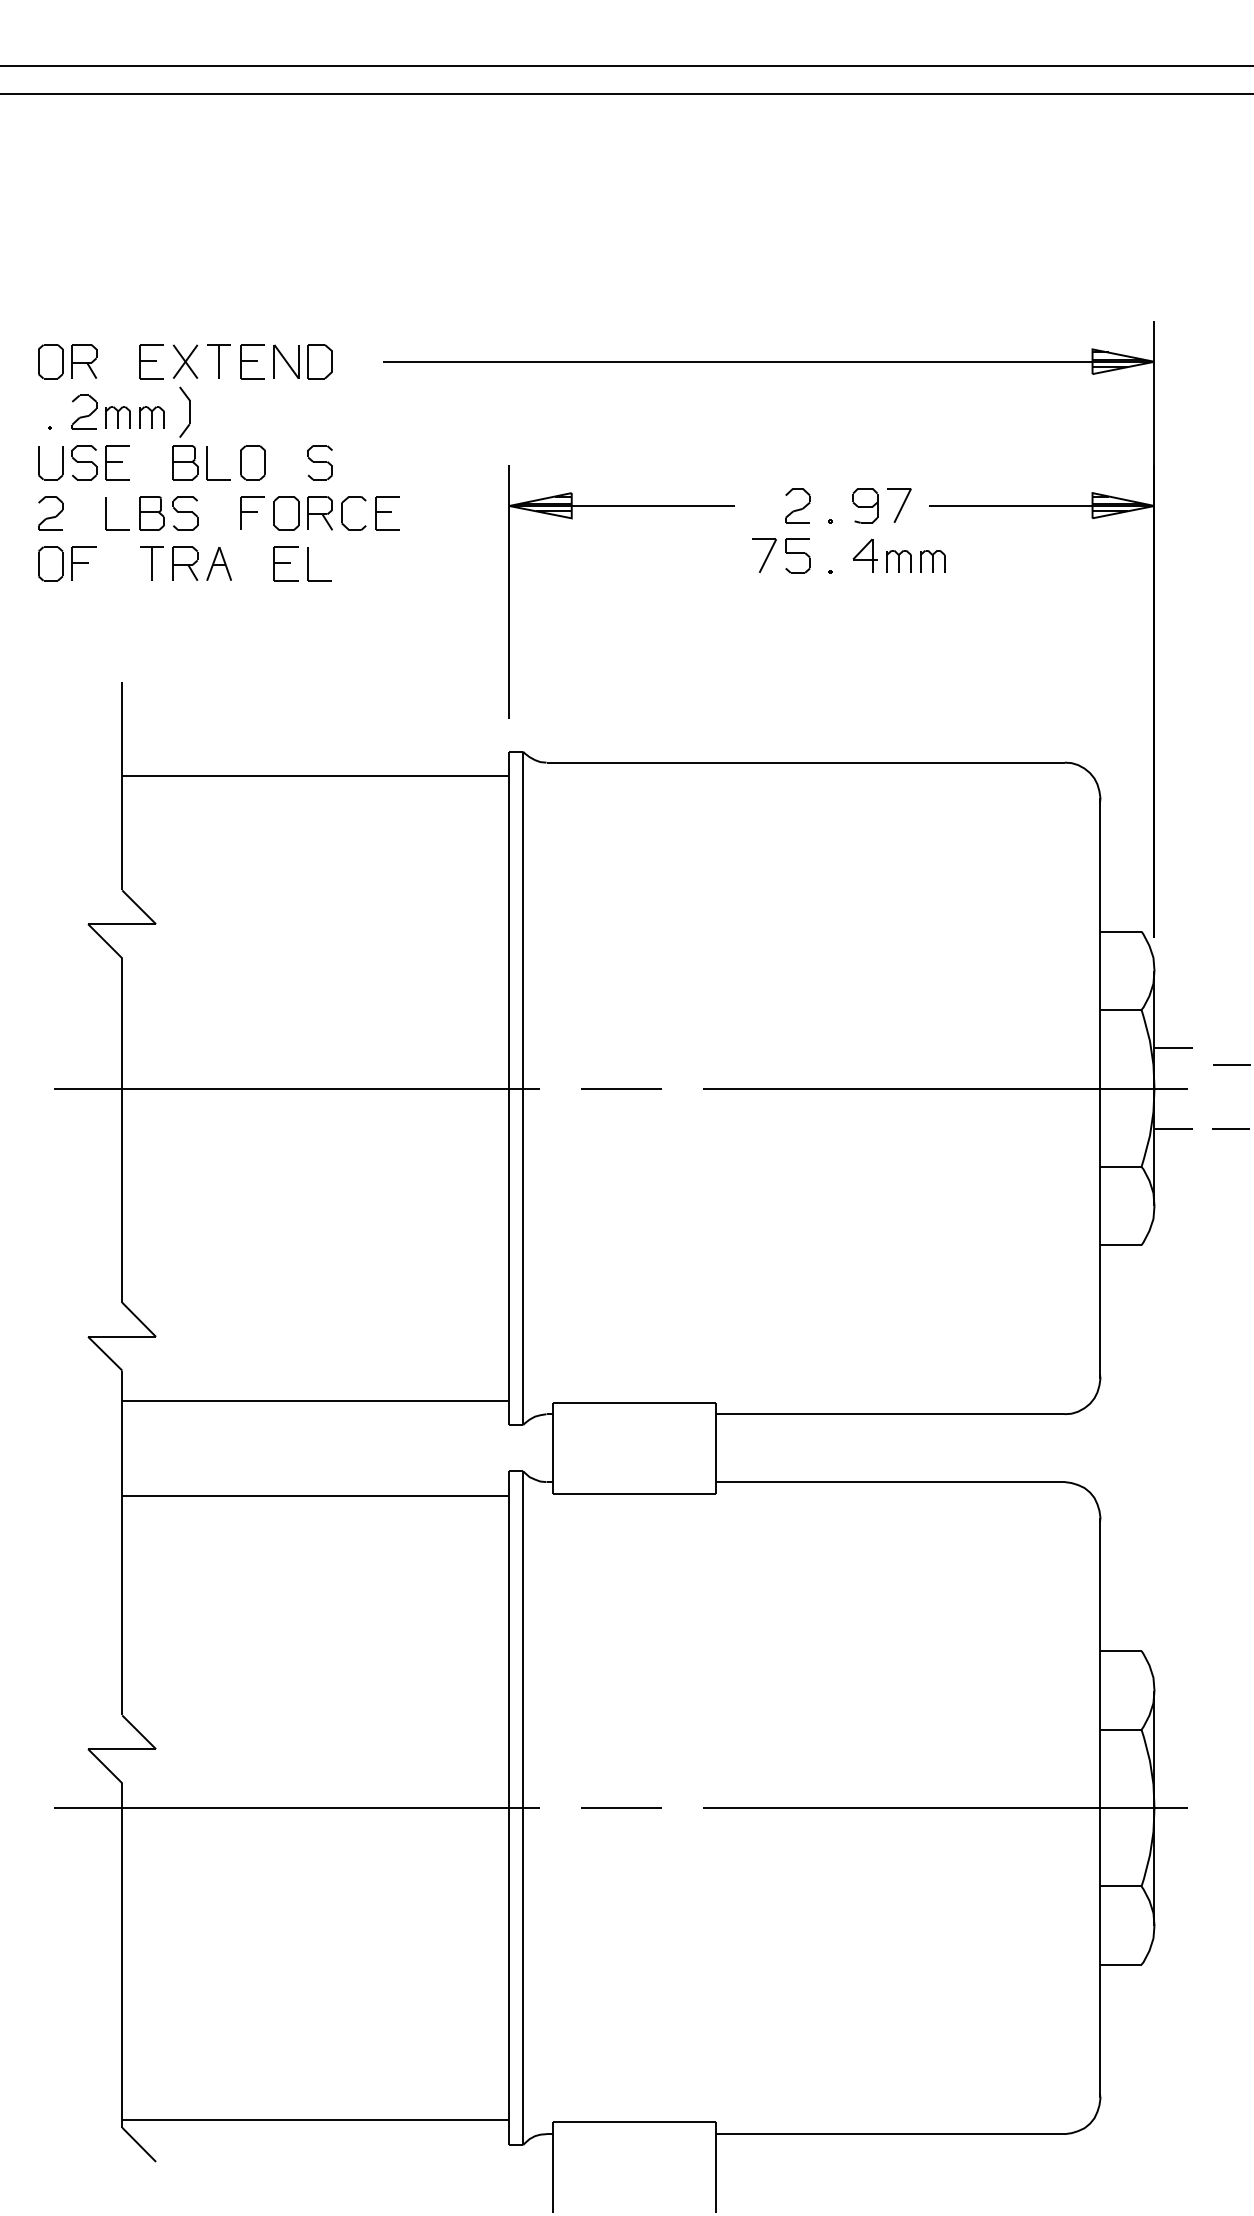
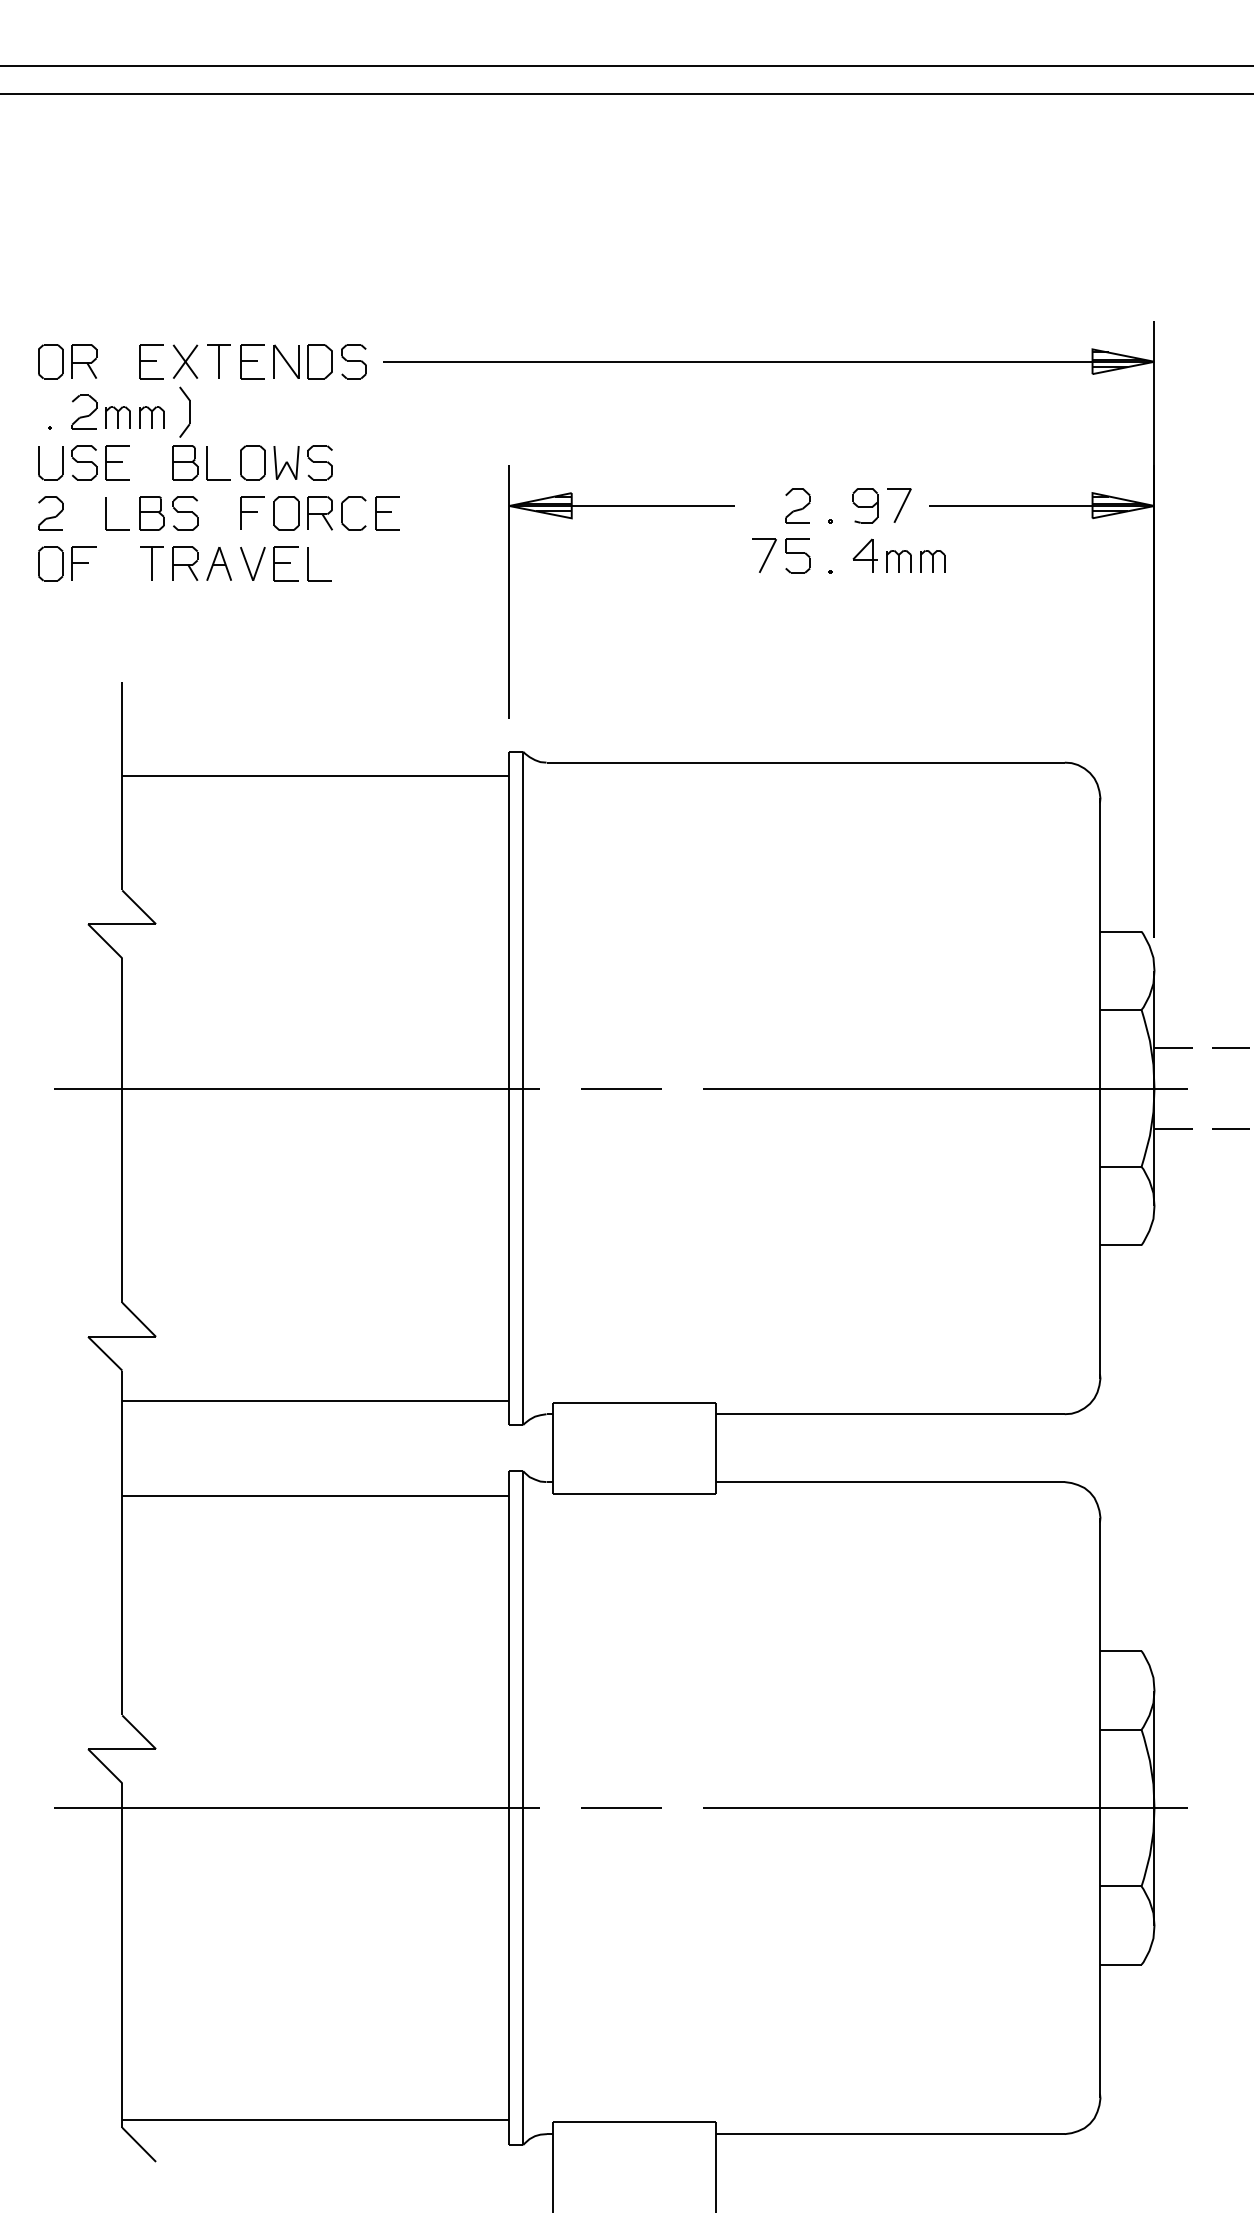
part at (353, 361): none -> present
part at (286, 462): none -> present
part at (252, 563): none -> present
line at (1231, 1064) position: (1231, 1064) -> (1230, 1047)
